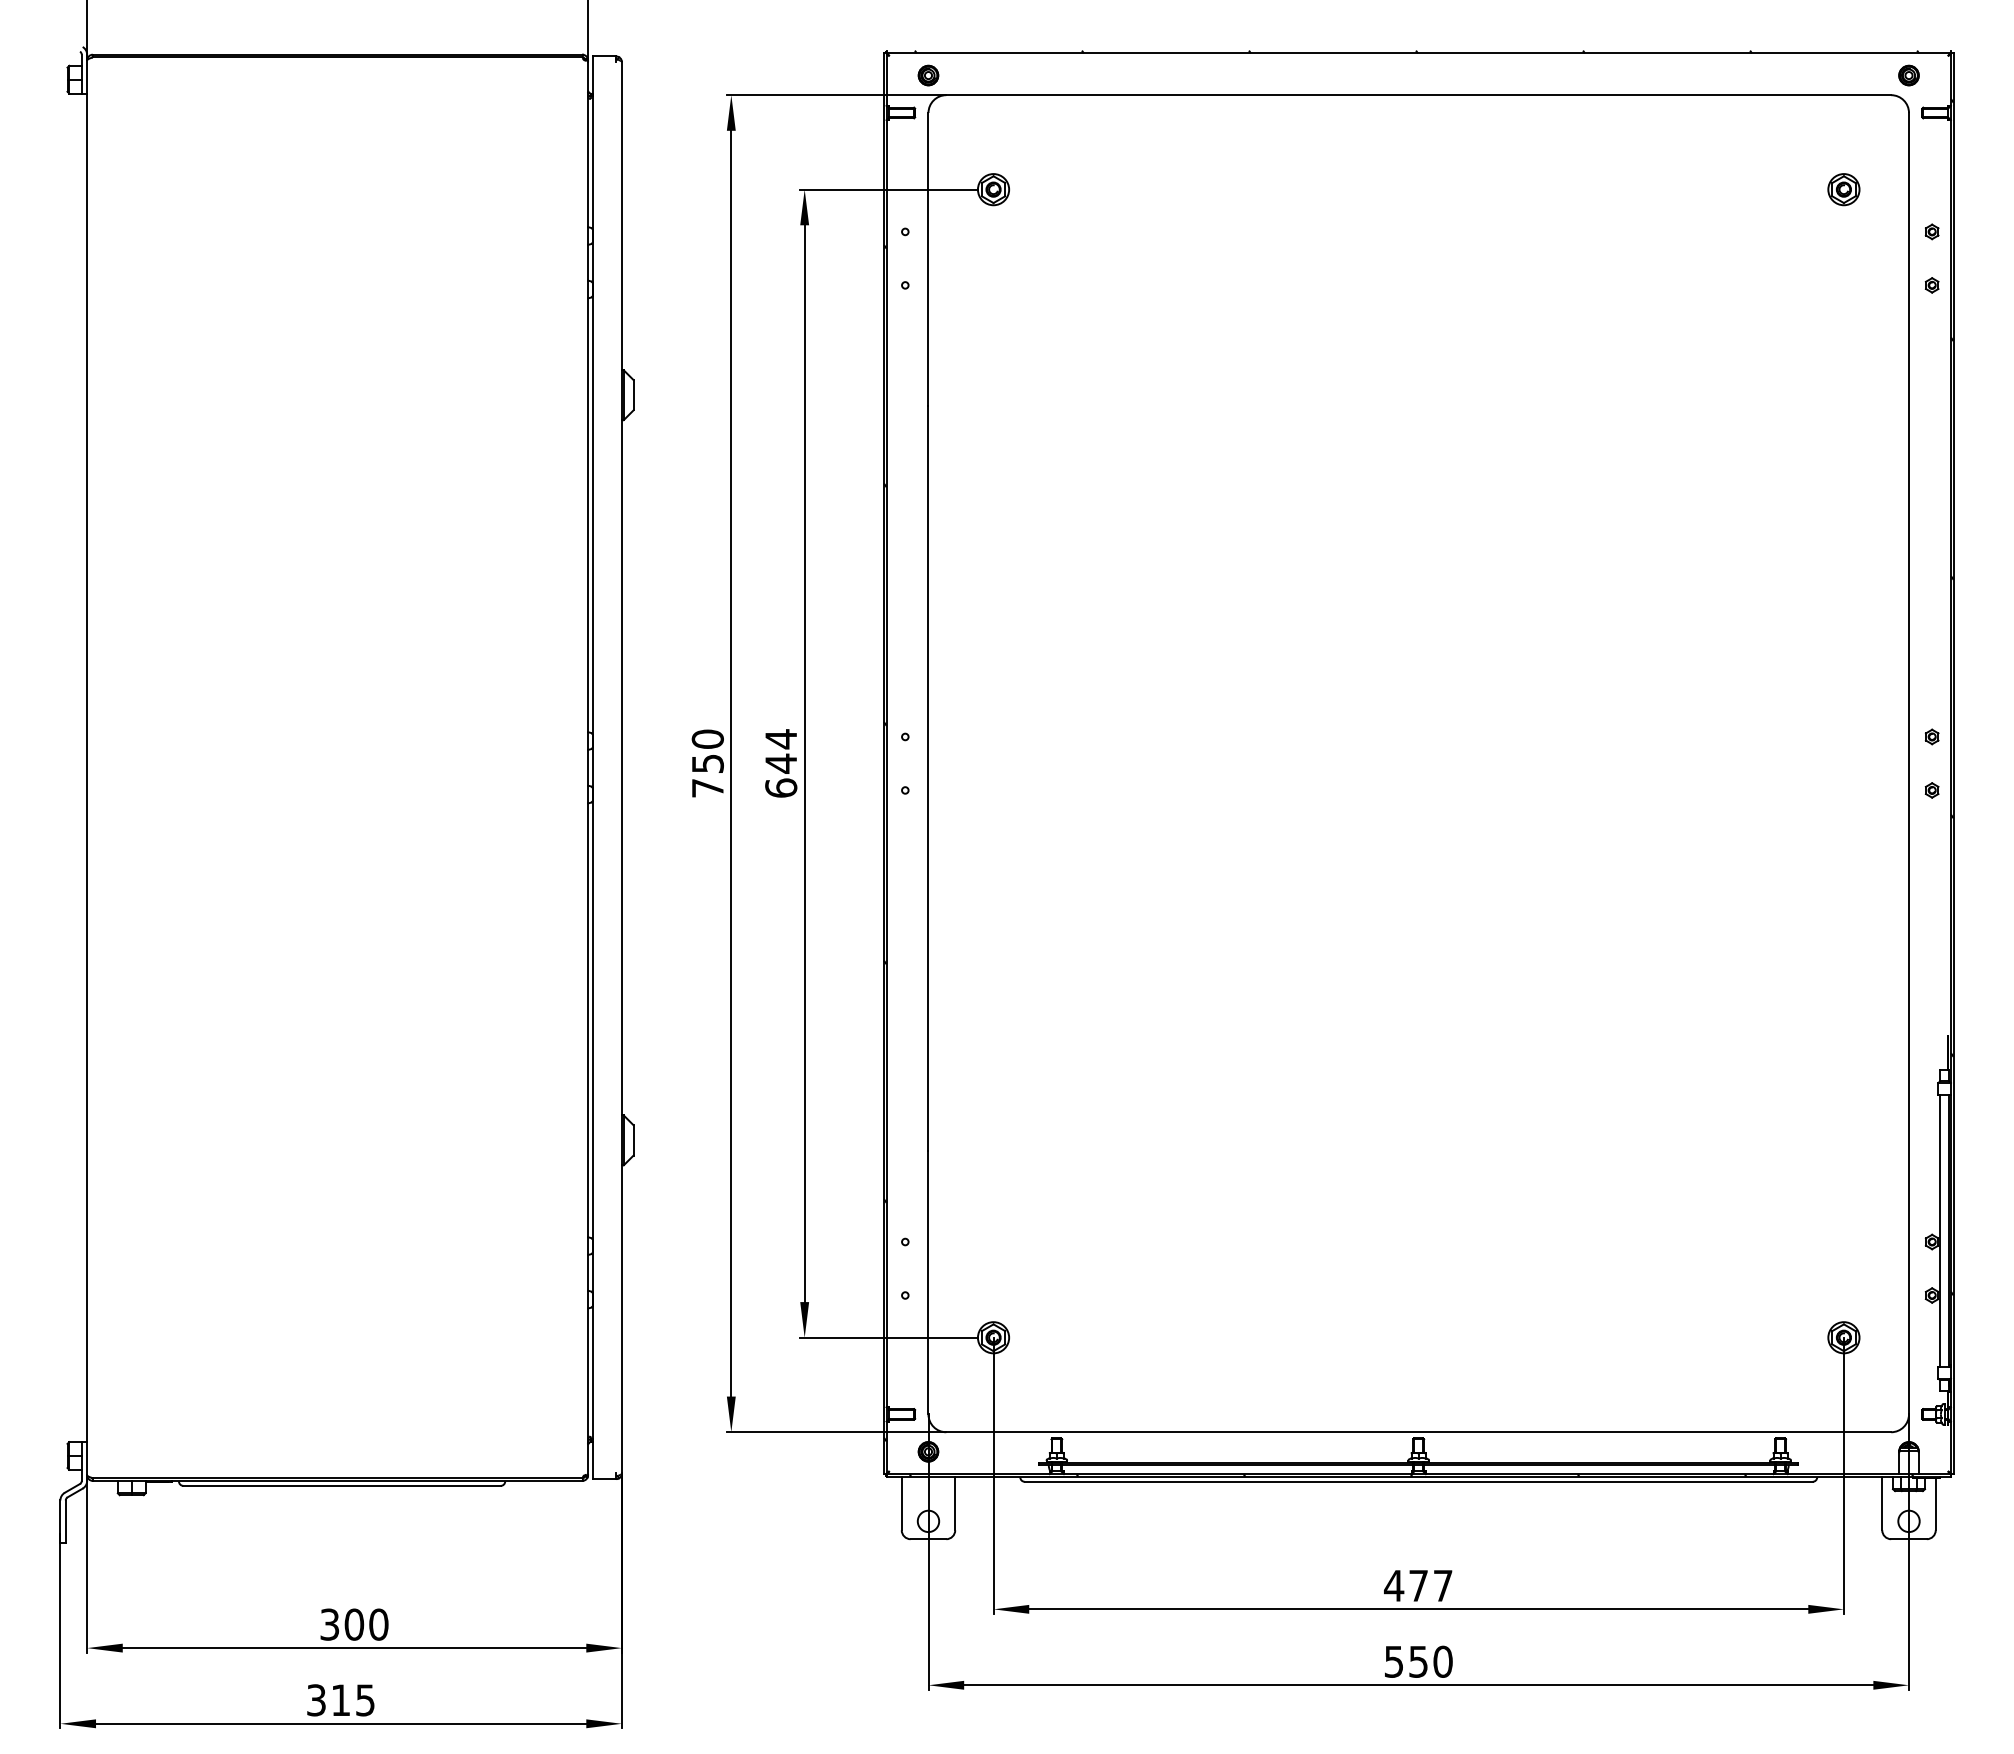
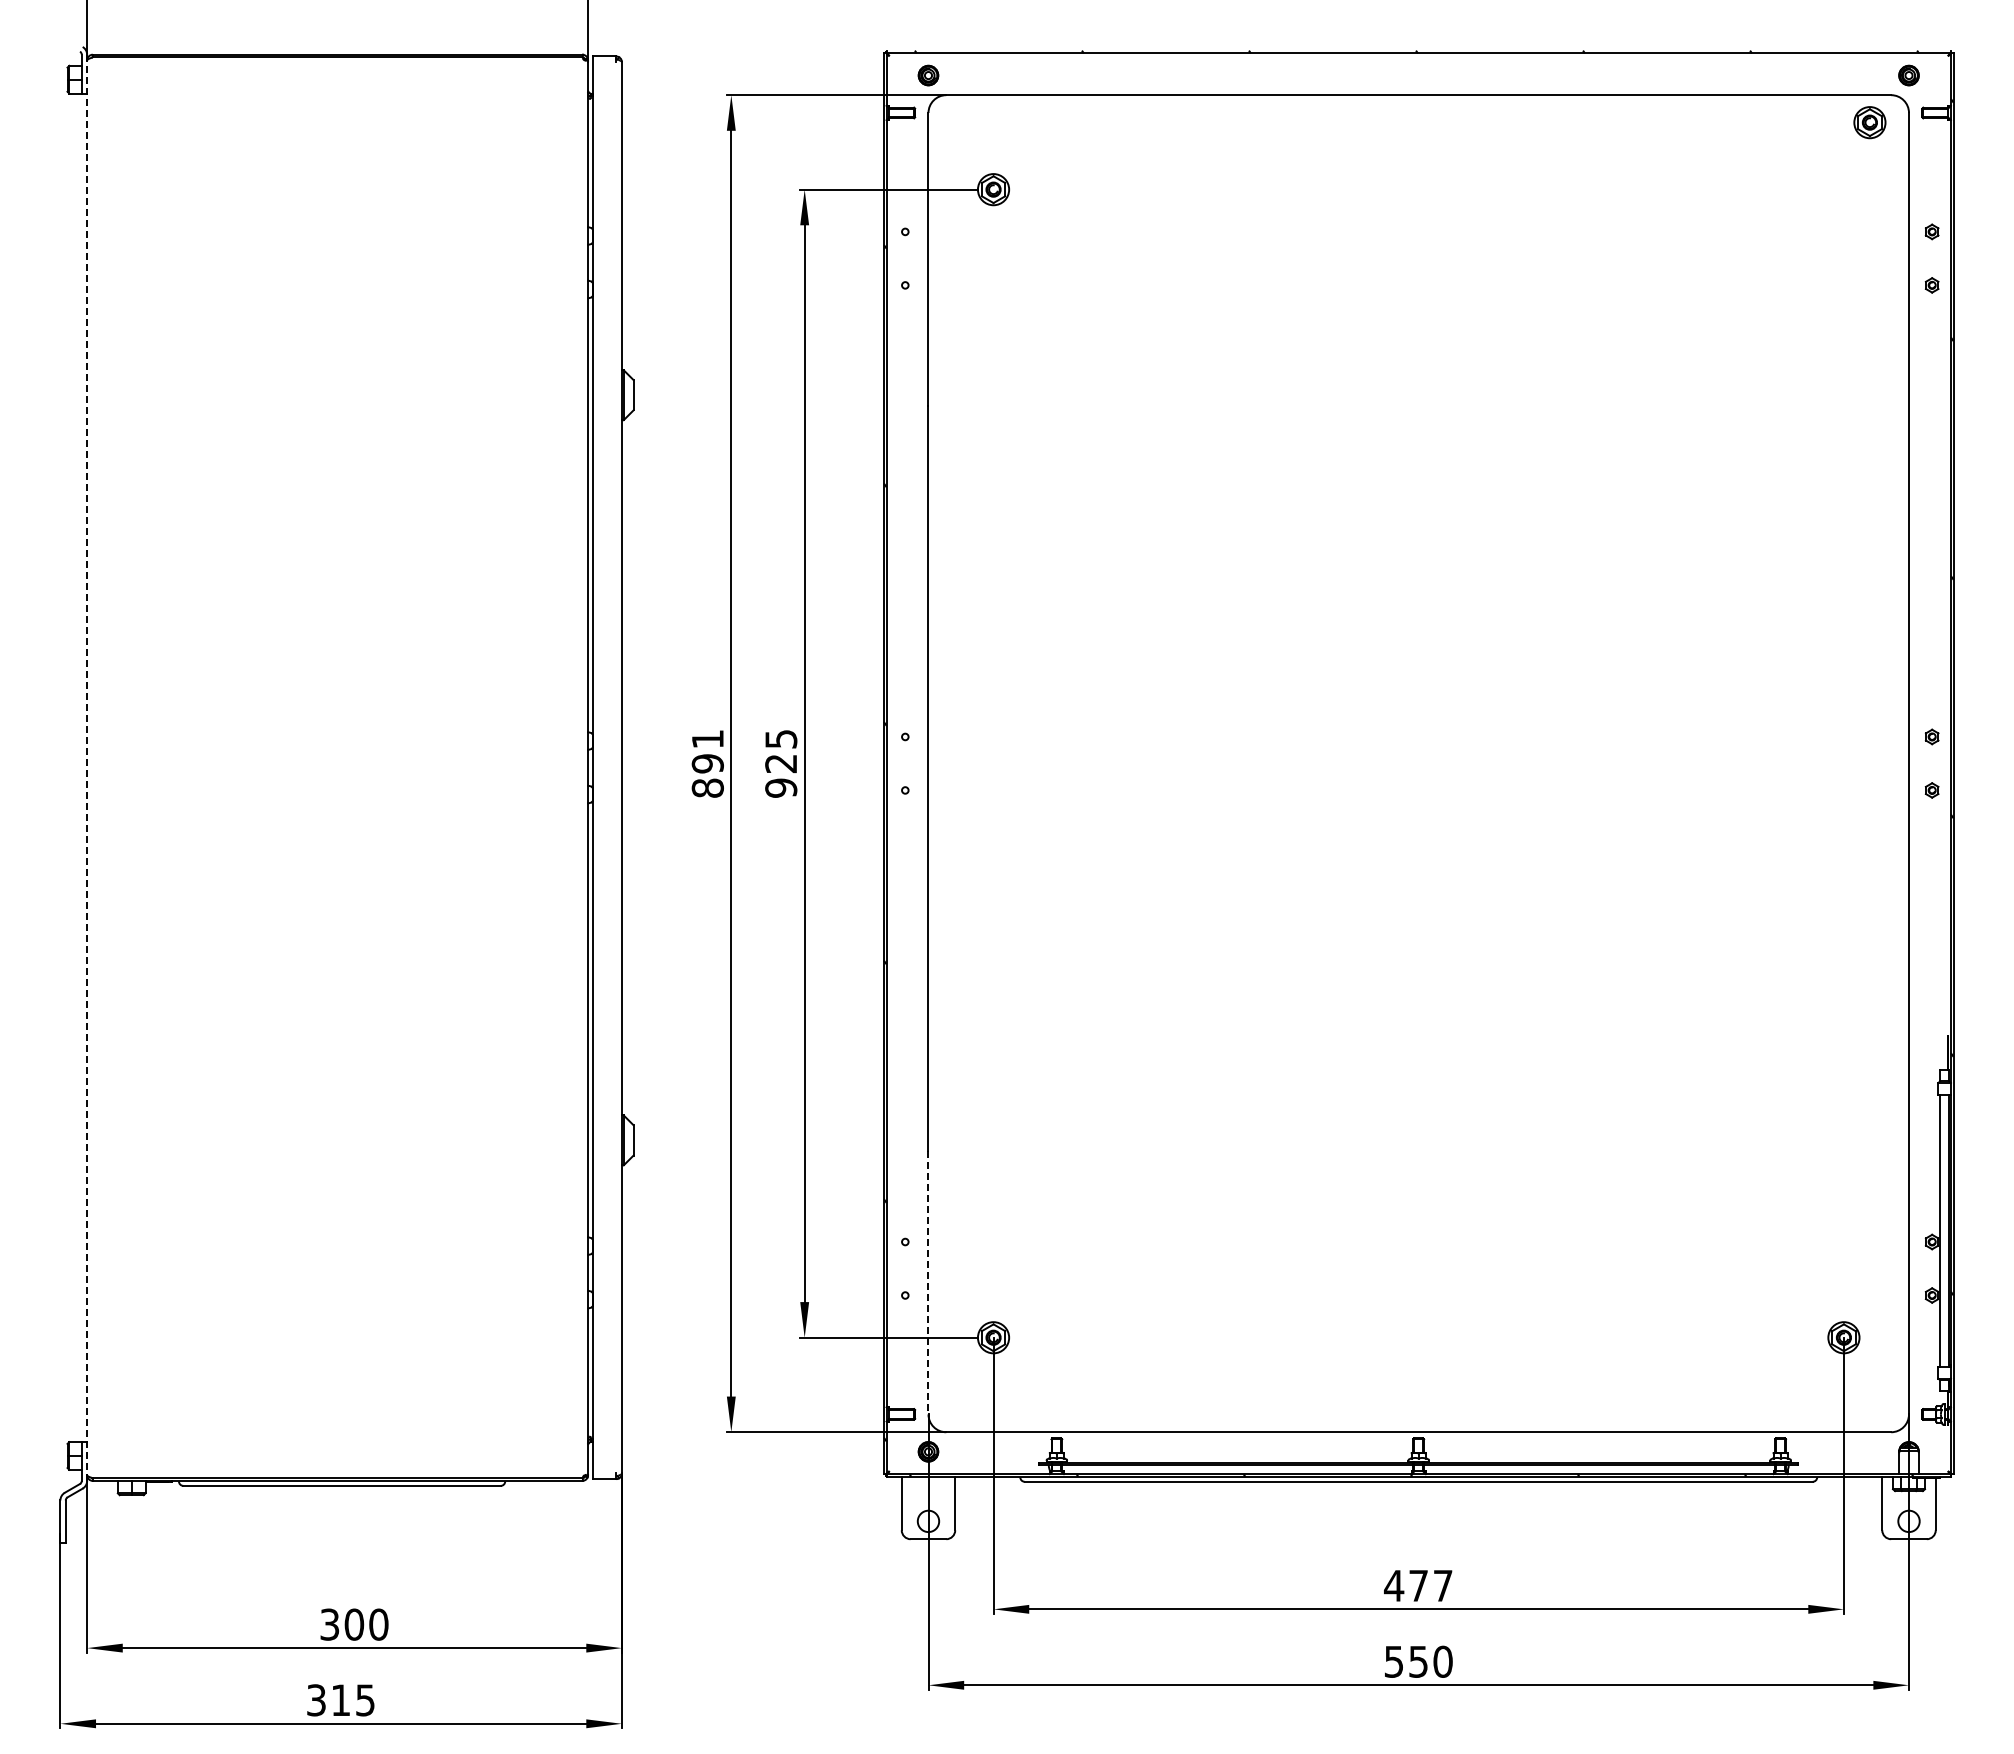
part at (1843, 189) position: (1843, 189) -> (1869, 122)
text at (707, 763): 750 -> 891
text at (781, 763): 644 -> 925
line at (87, 767): solid -> dashed
line at (928, 1283): solid -> dashed
